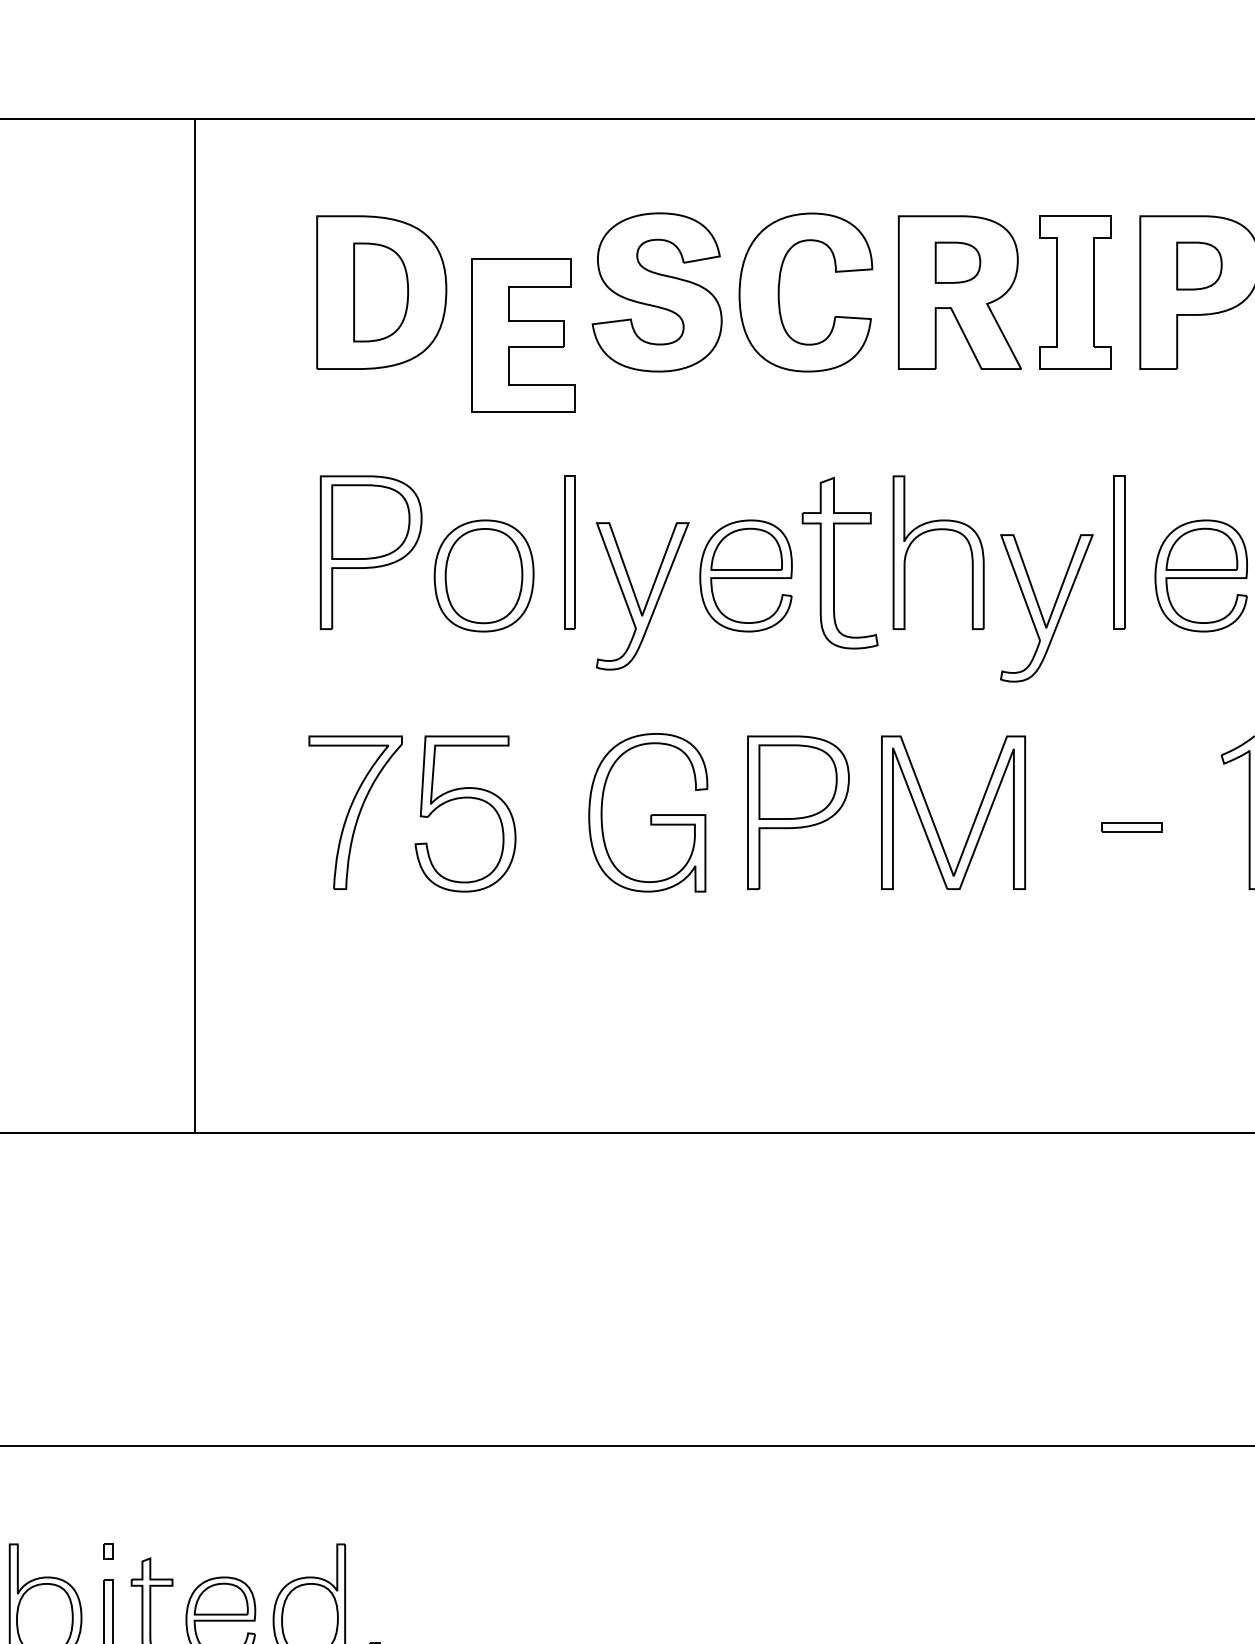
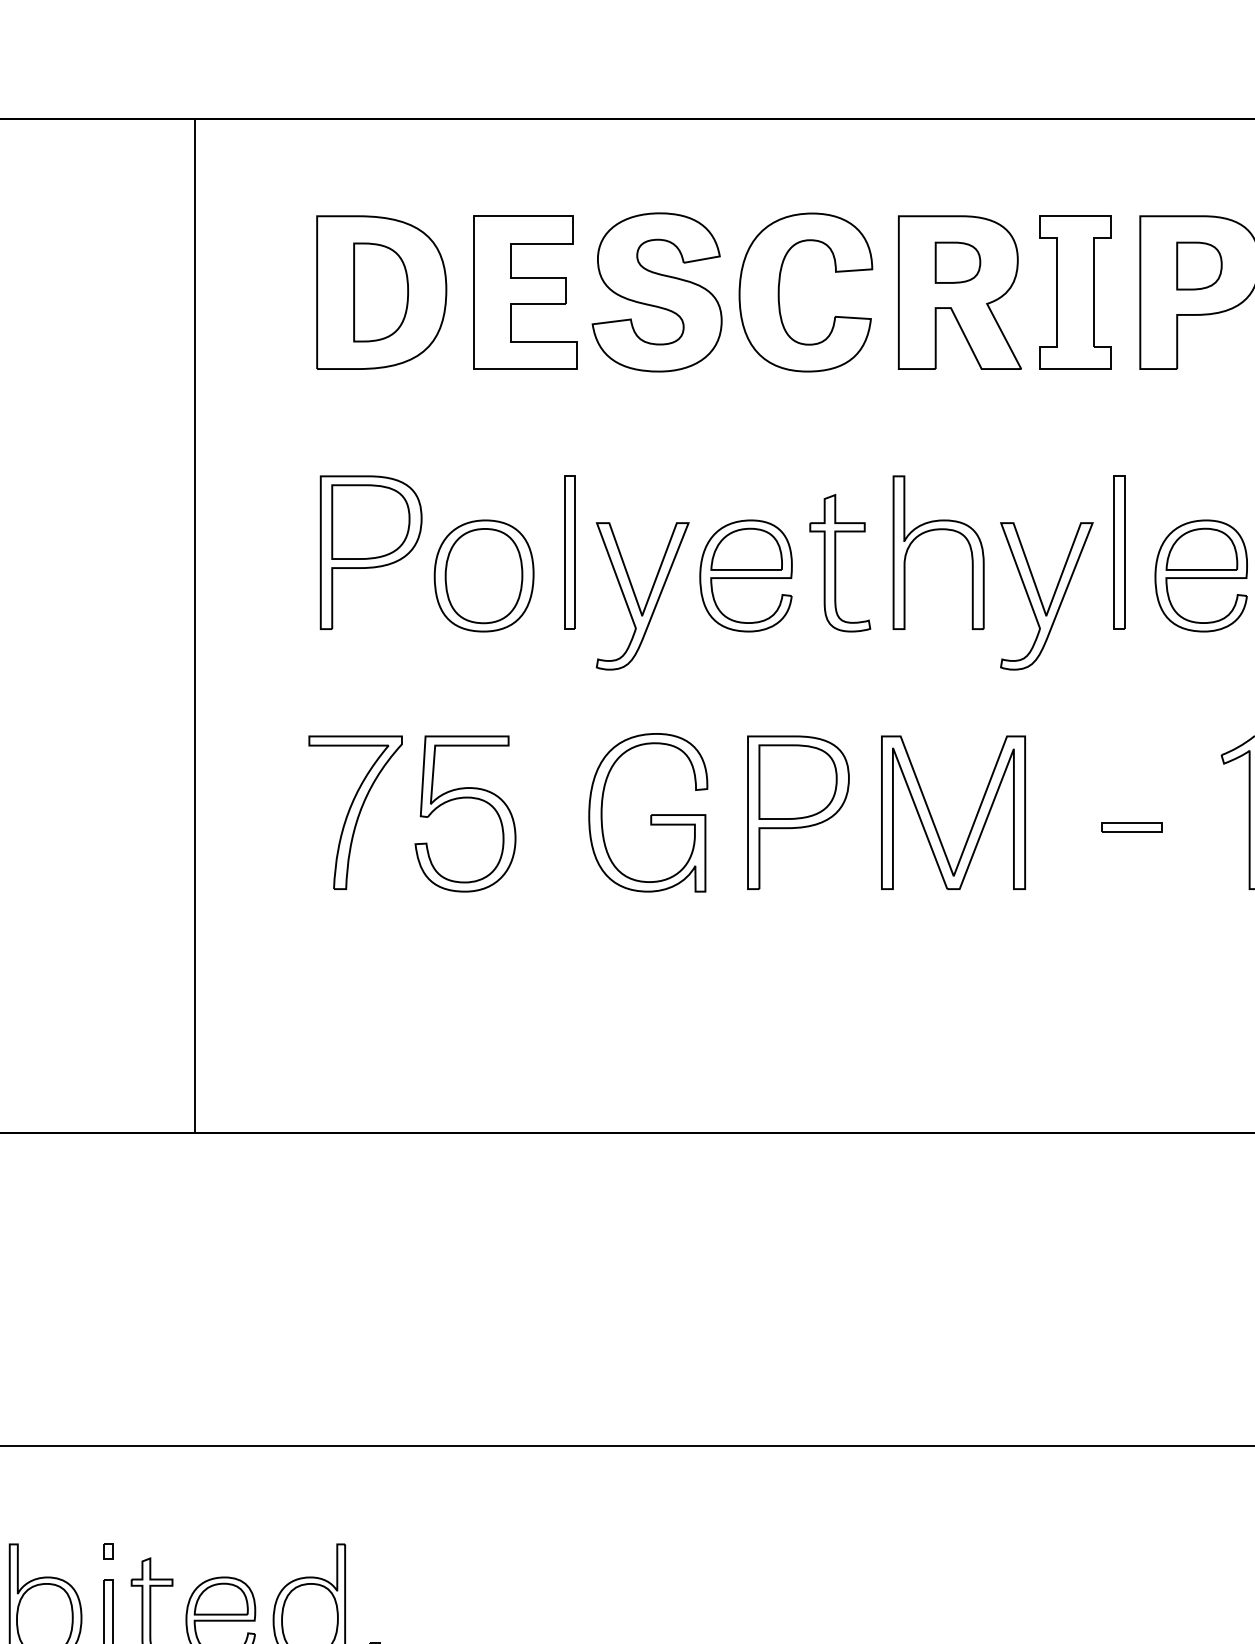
part at (523, 335) position: (523, 335) -> (525, 292)
part at (839, 562) size: 78x174 px -> 63x139 px
part at (1046, 608) position: (1046, 608) -> (1046, 596)
